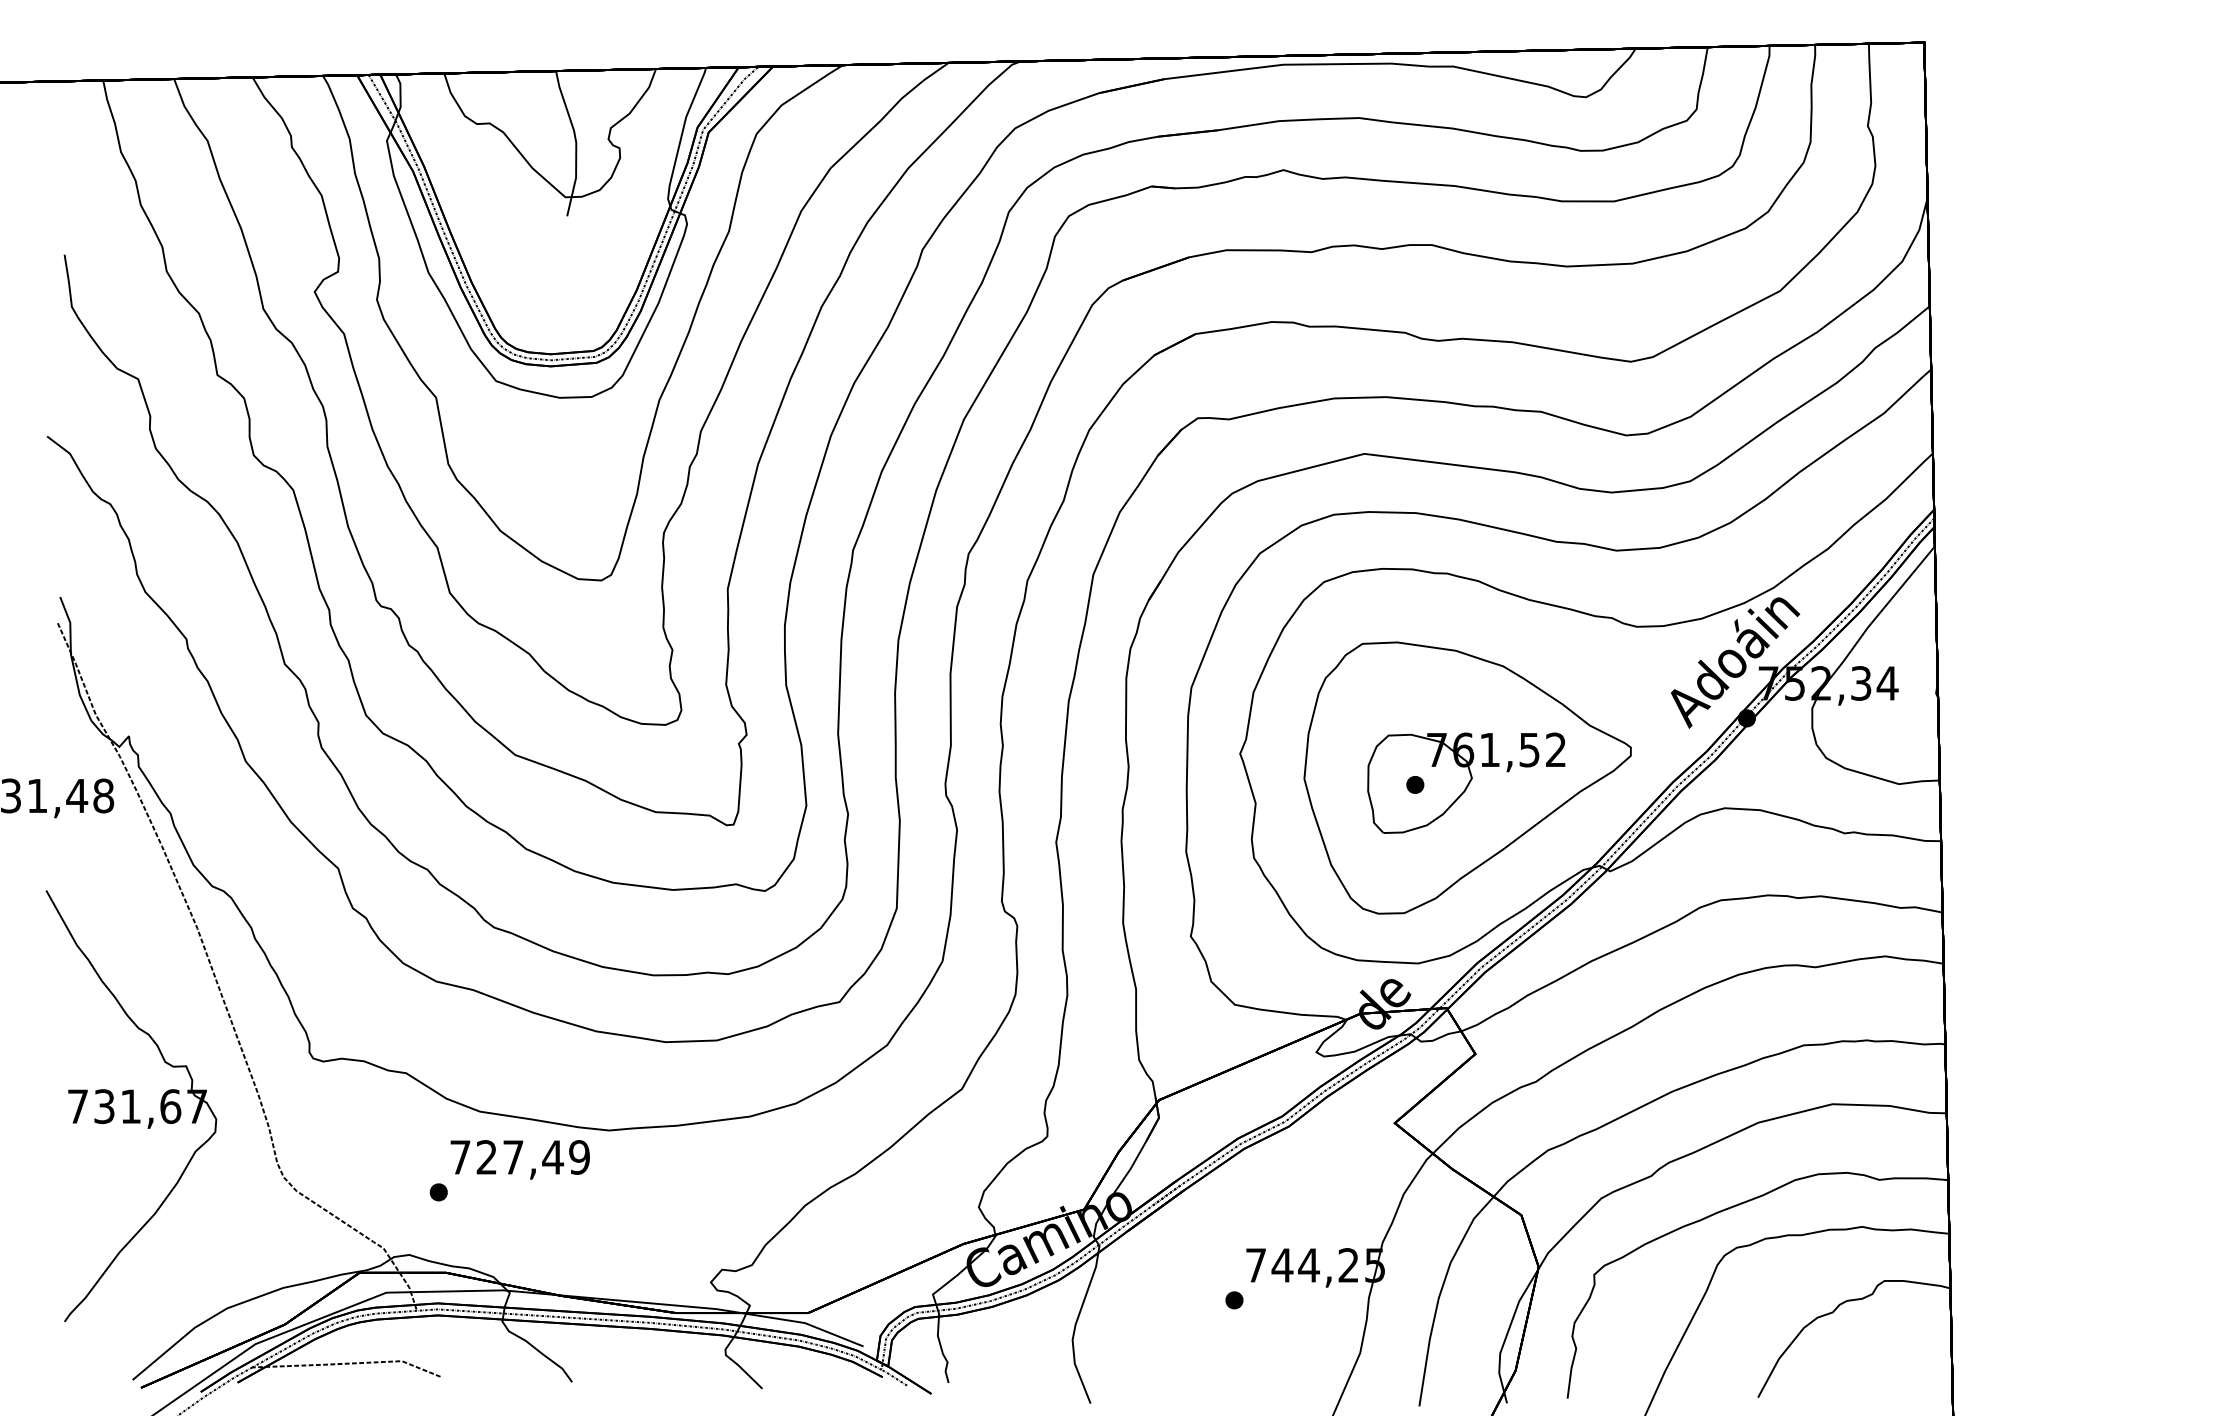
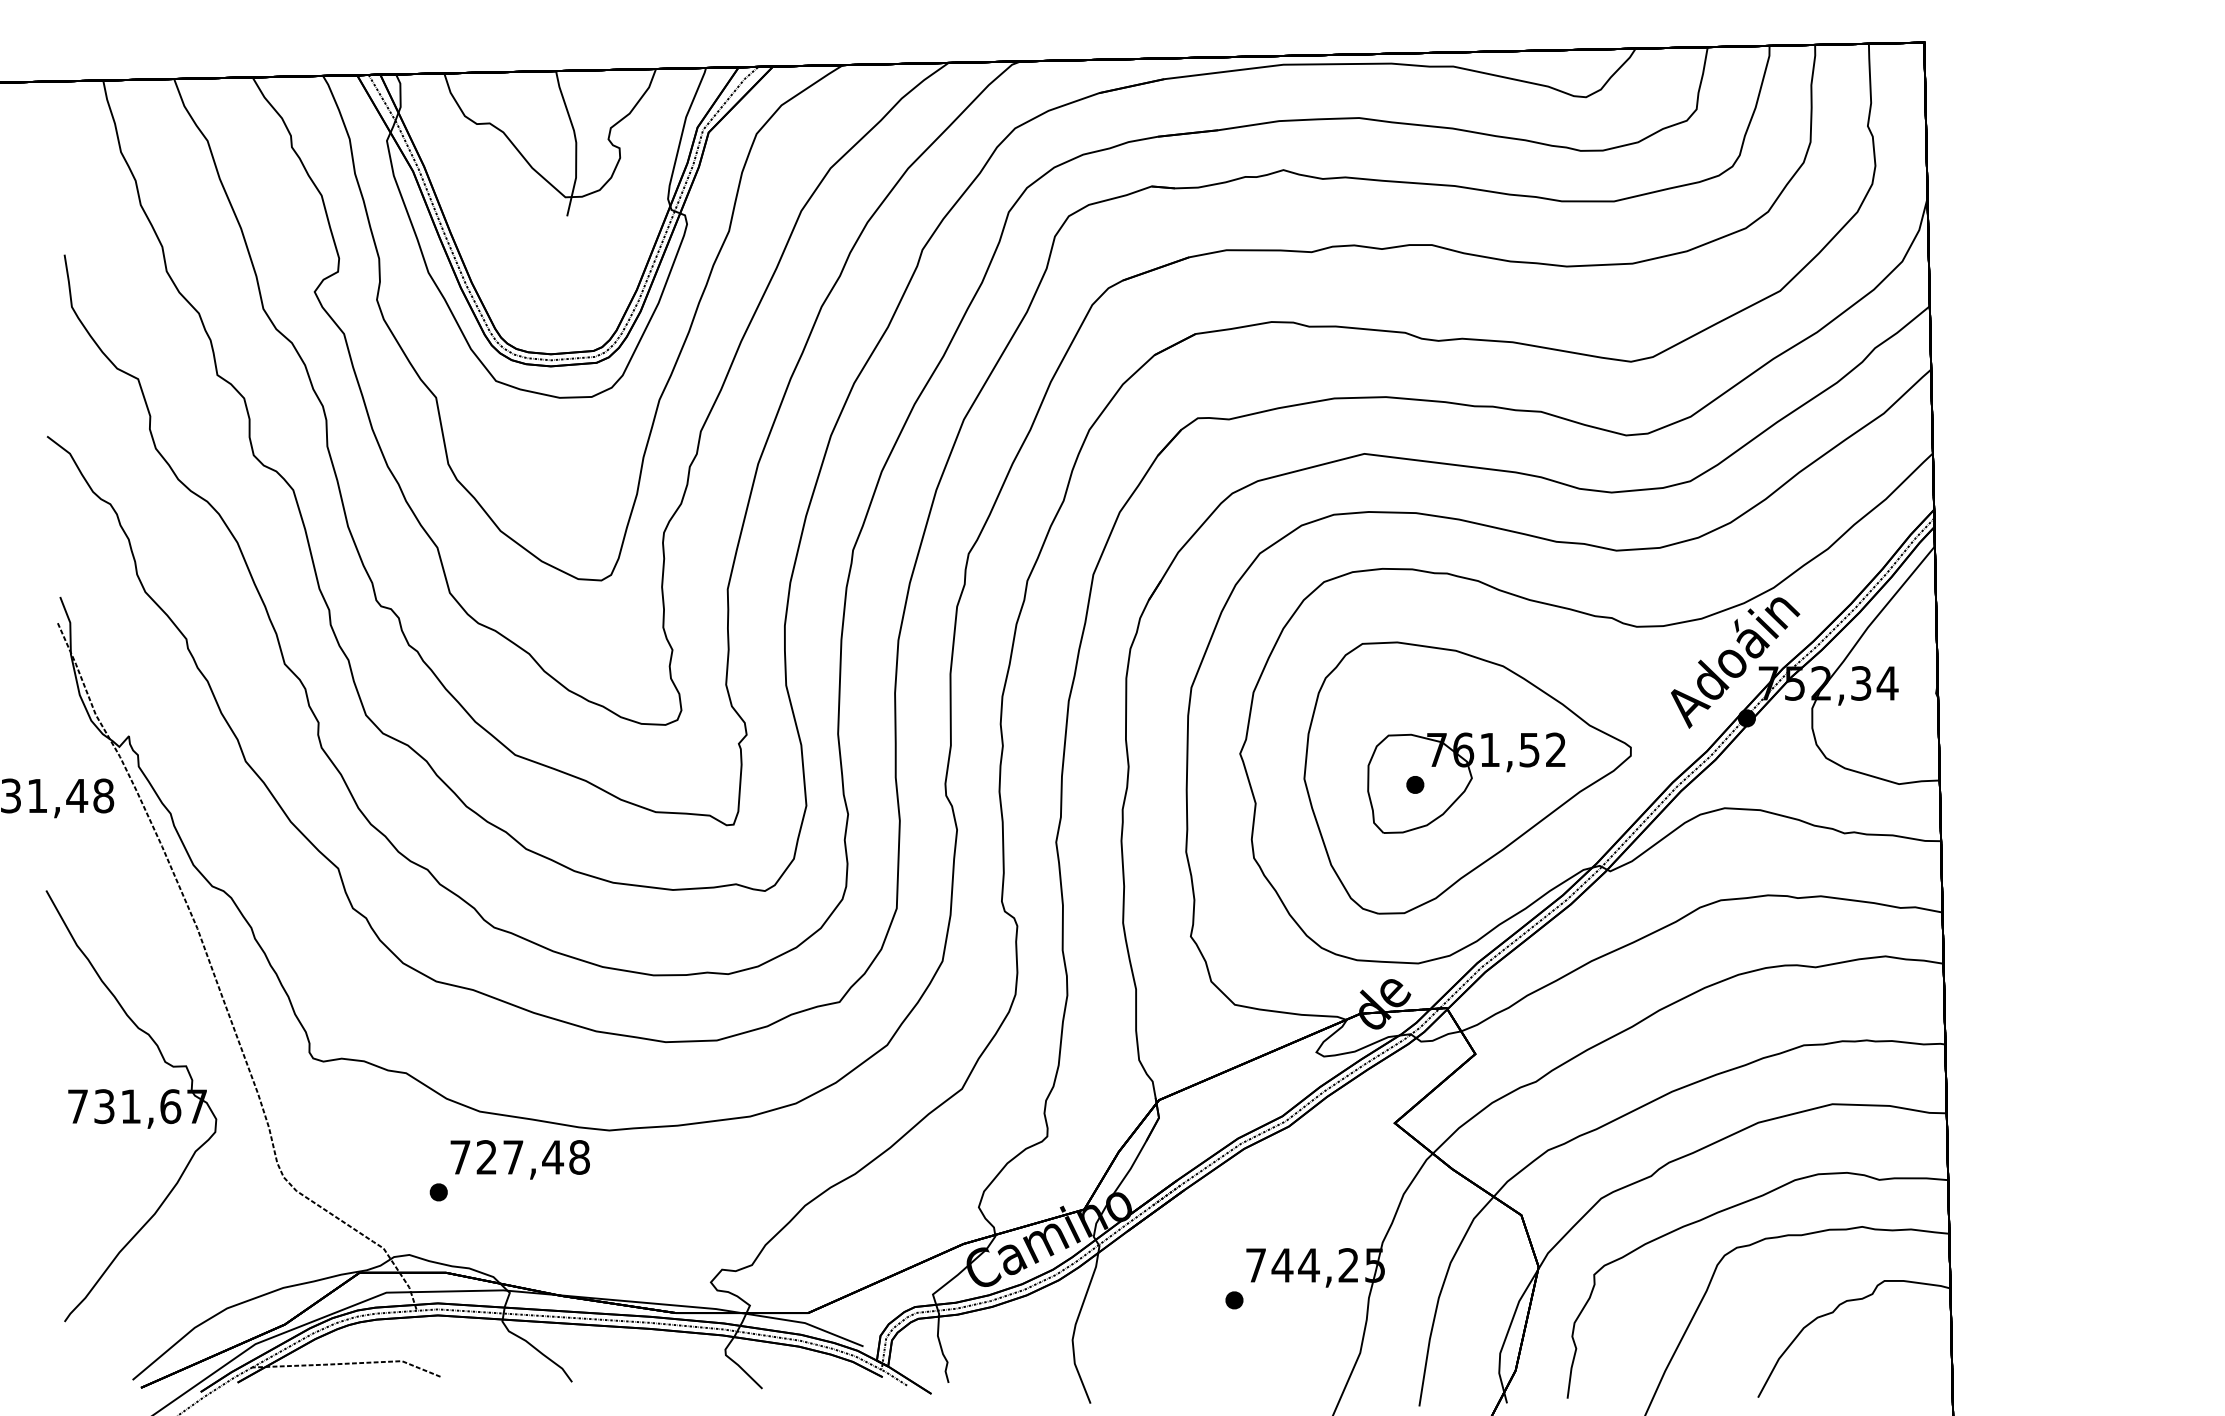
text at (579, 1157): 727,49 -> 727,48
